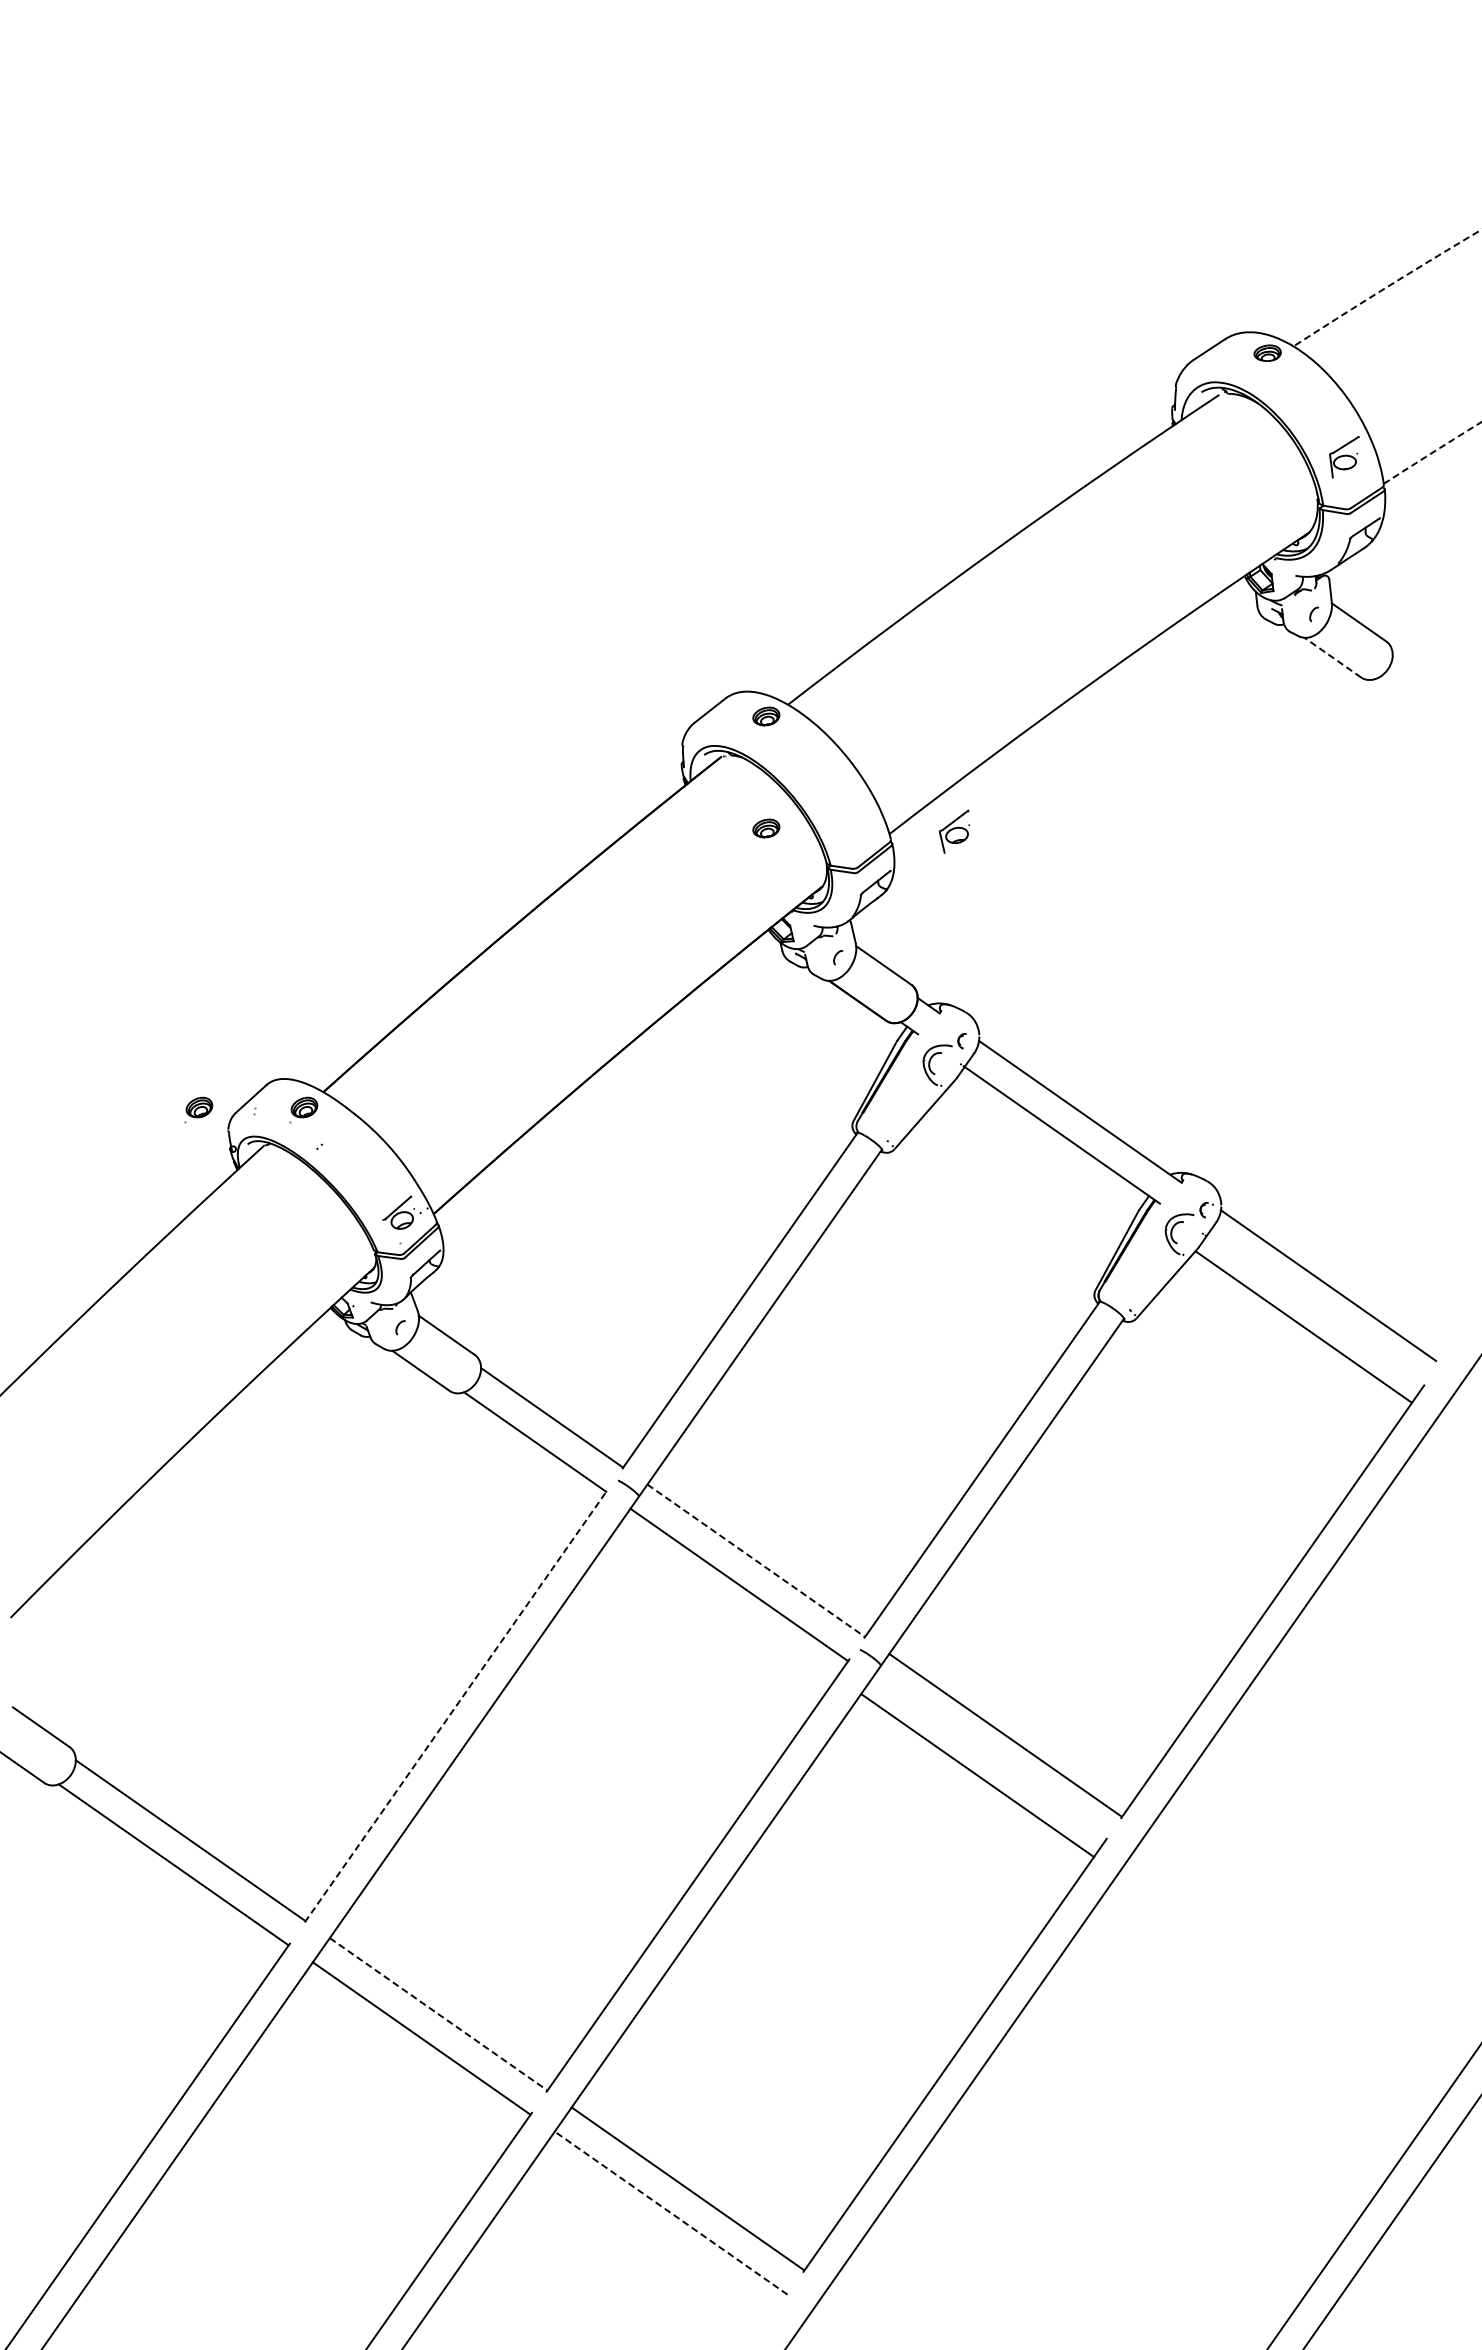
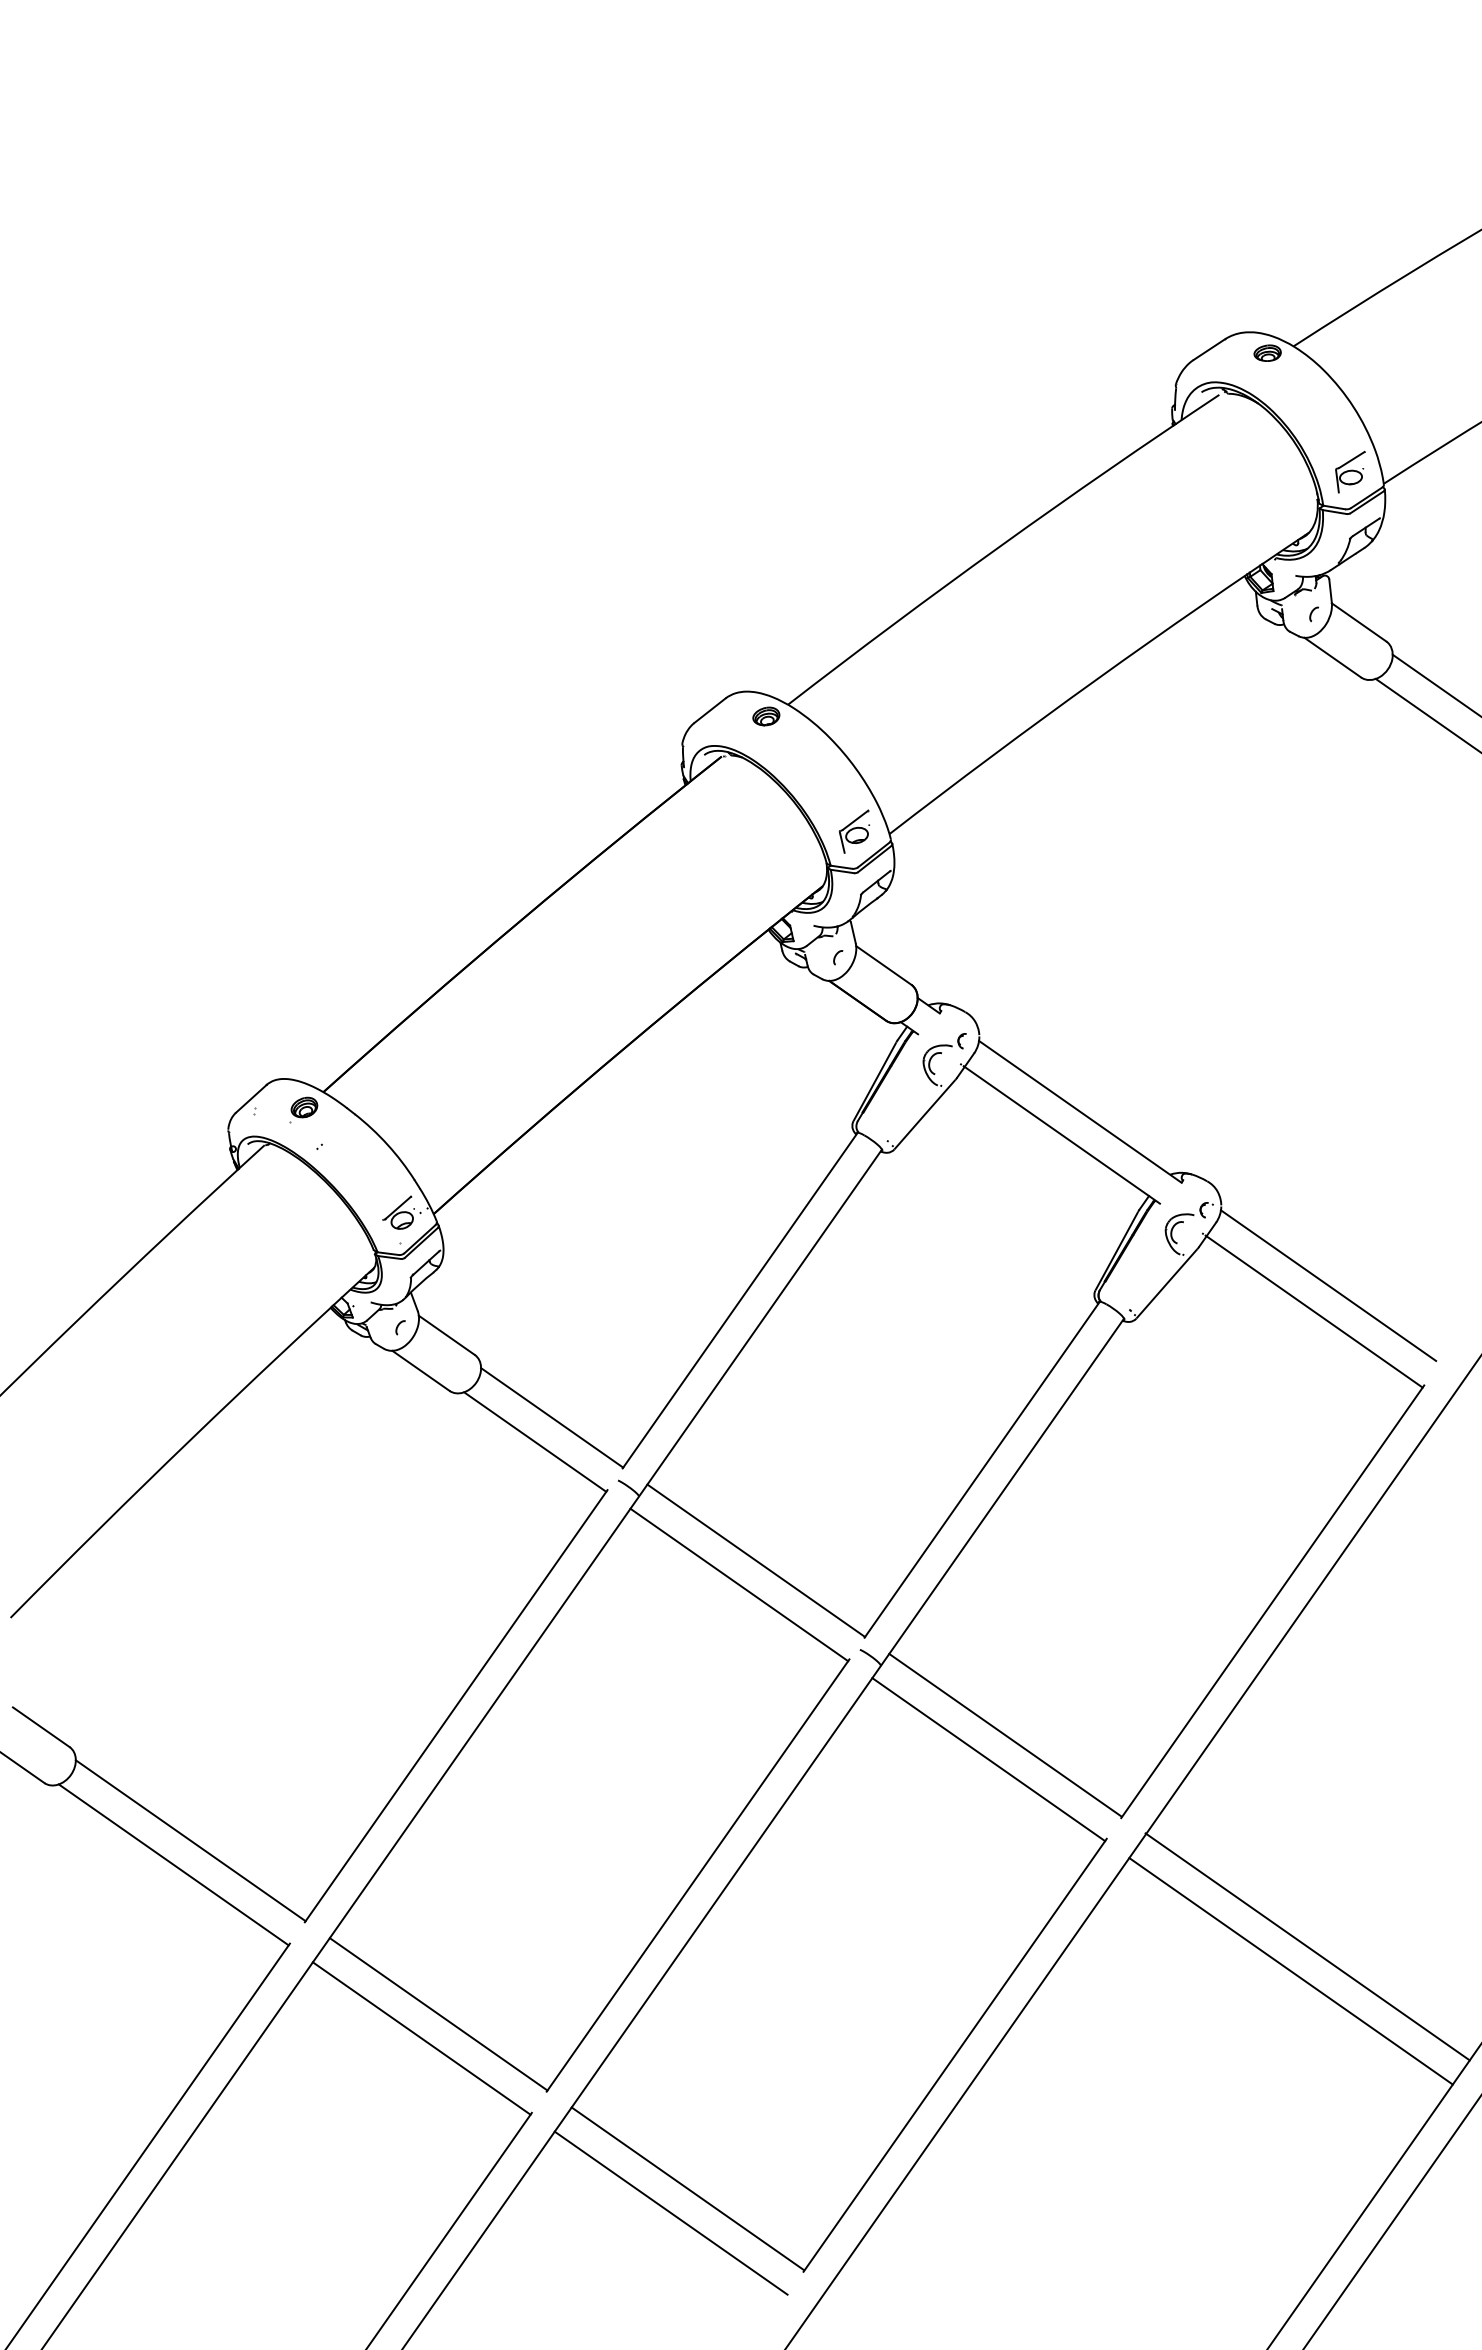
arc at (1387, 286): dashed -> solid
line at (1433, 452): dashed -> solid
part at (1344, 457) position: (1344, 457) -> (1350, 472)
line at (1332, 657): dashed -> solid
line at (1435, 684): none -> present
line at (1426, 714): none -> present
part at (766, 828): present -> none
part at (953, 831) position: (953, 831) -> (853, 831)
part at (198, 1109): present -> none
line at (1303, 1326) position: (1303, 1326) -> (1314, 1311)
line at (756, 1560): dashed -> solid
line at (456, 1706): dashed -> solid
line at (977, 1775) position: (977, 1775) -> (988, 1759)
line at (1307, 1946): none -> present
line at (1290, 1971): none -> present
line at (438, 2014): dashed -> solid
line at (670, 2212): dashed -> solid
